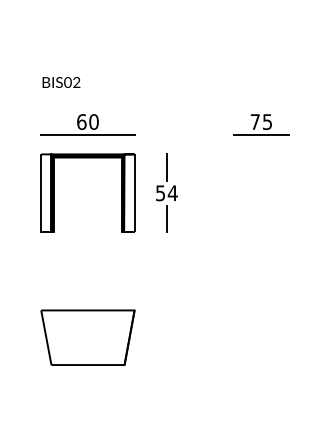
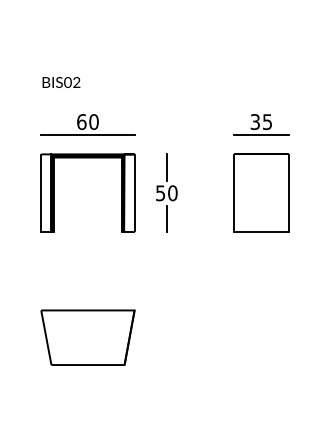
text at (254, 122): 75 -> 35
part at (261, 192): none -> present
text at (172, 193): 54 -> 50
